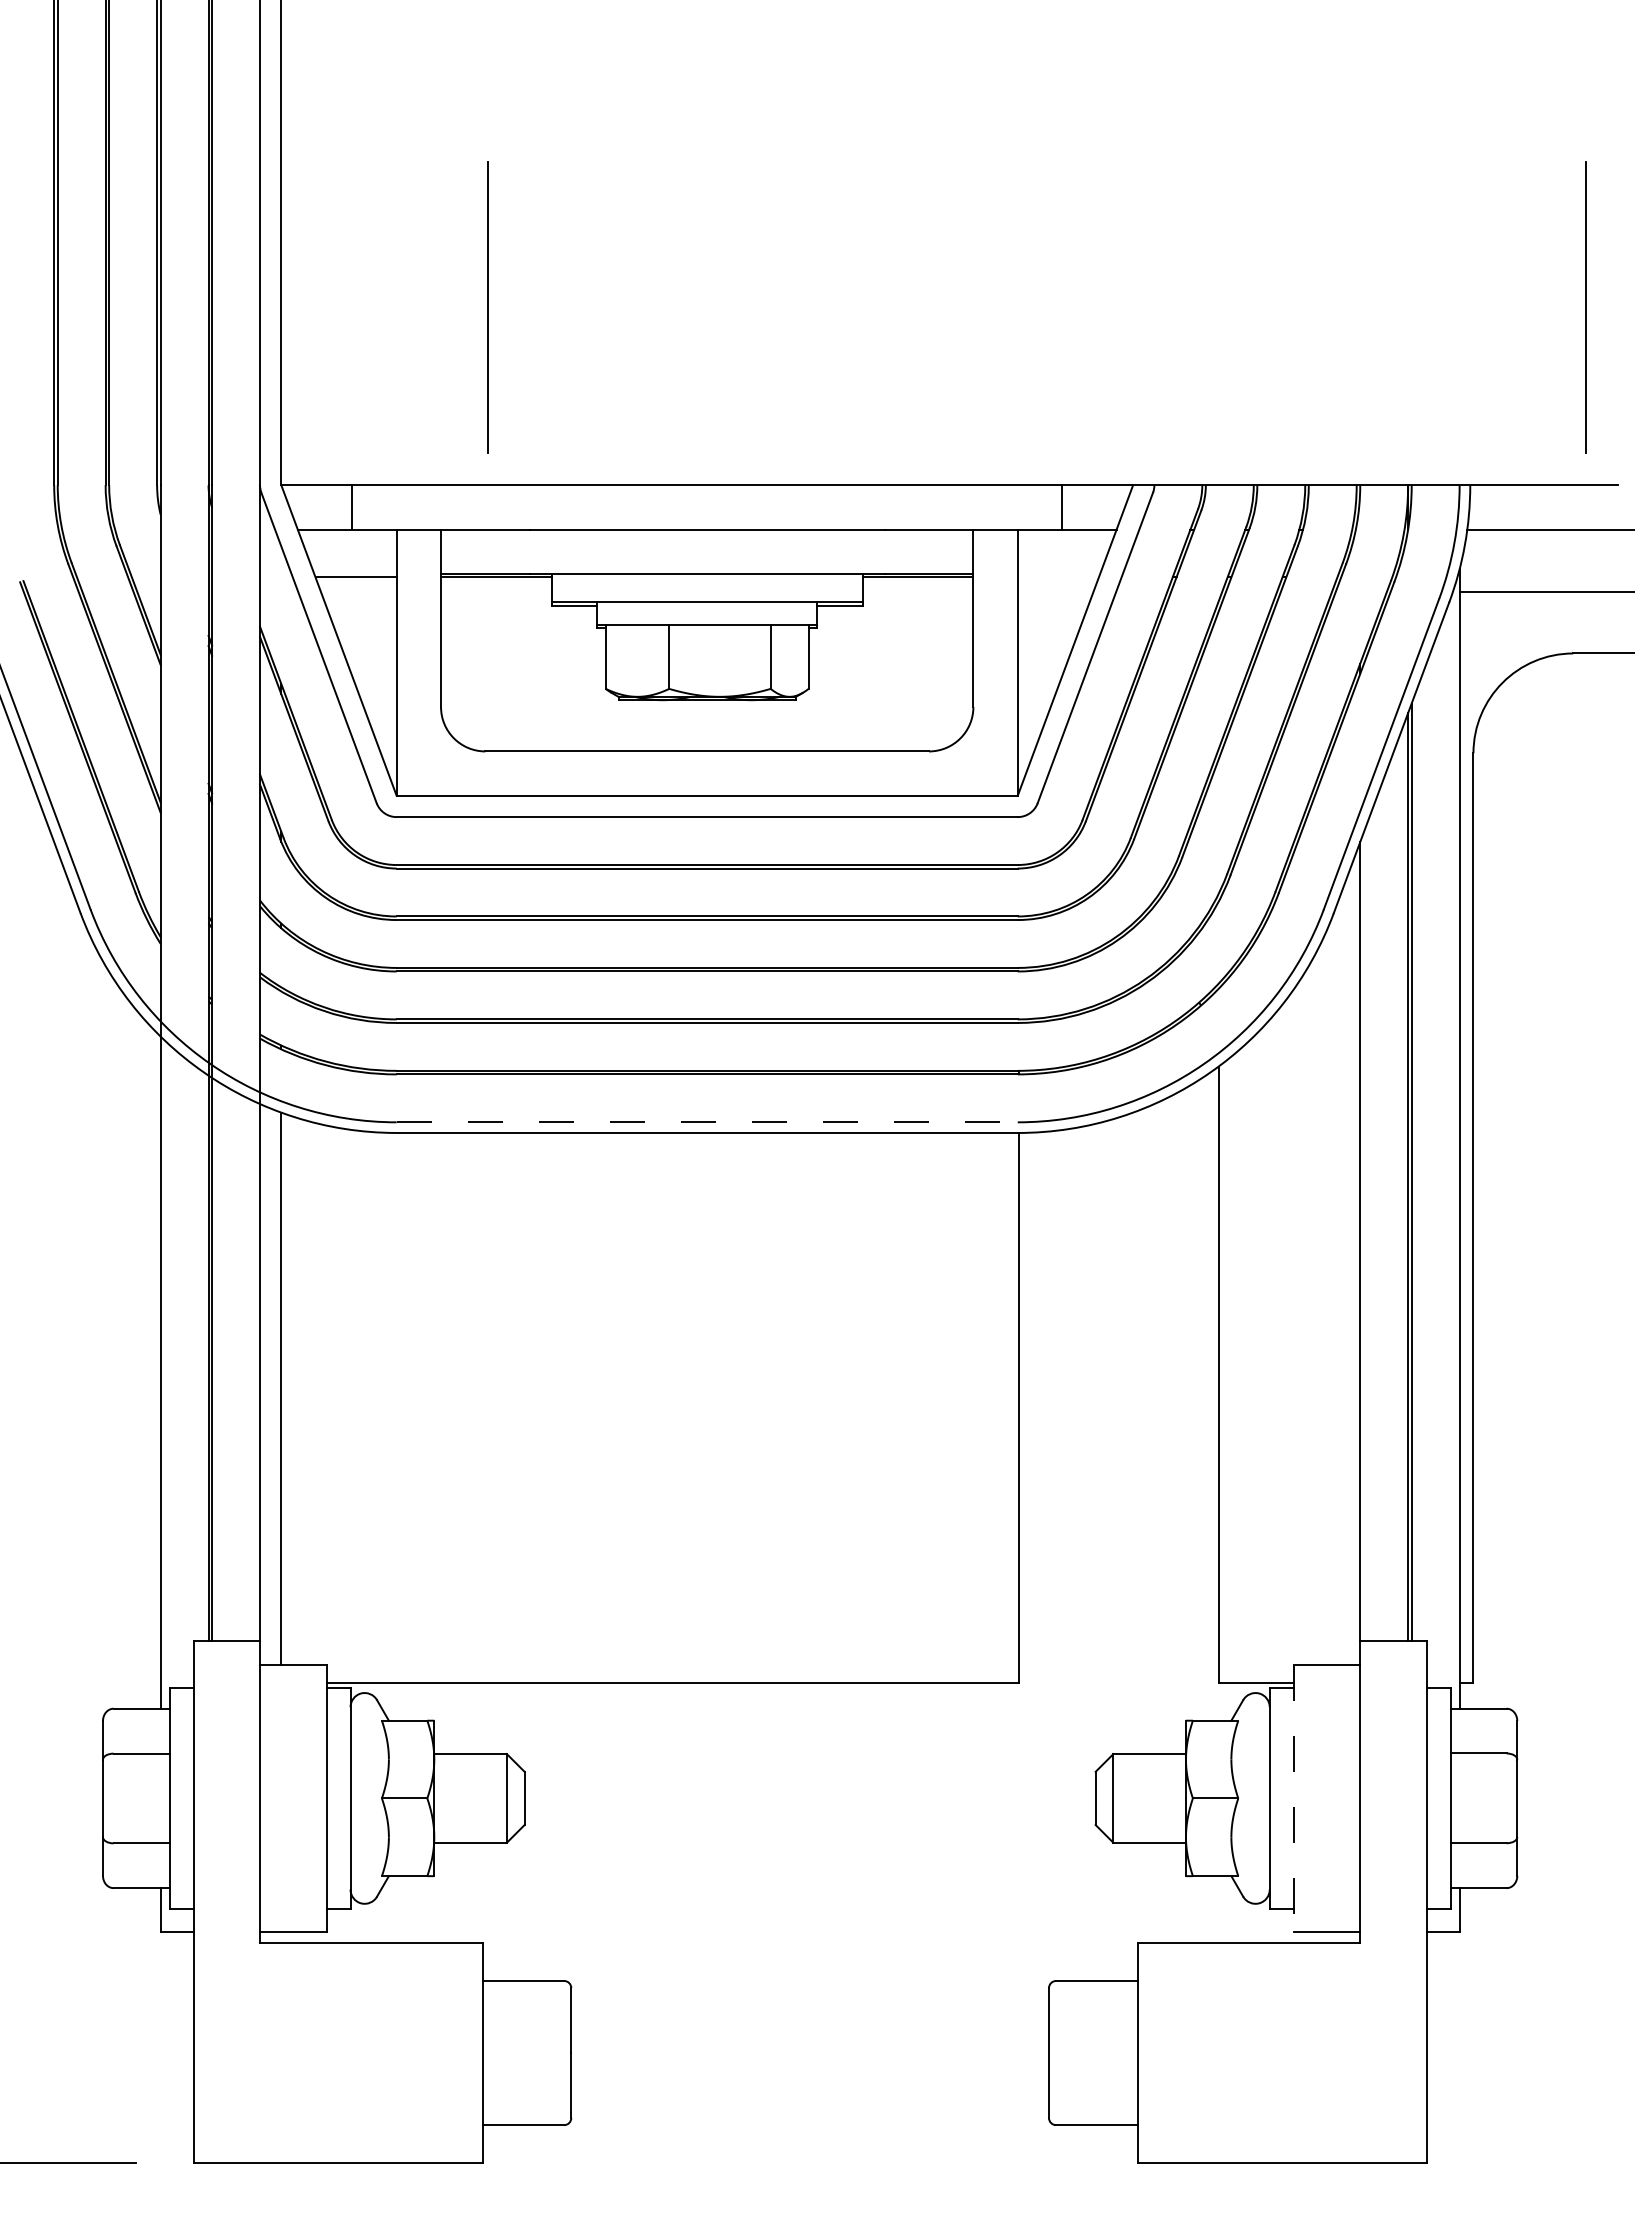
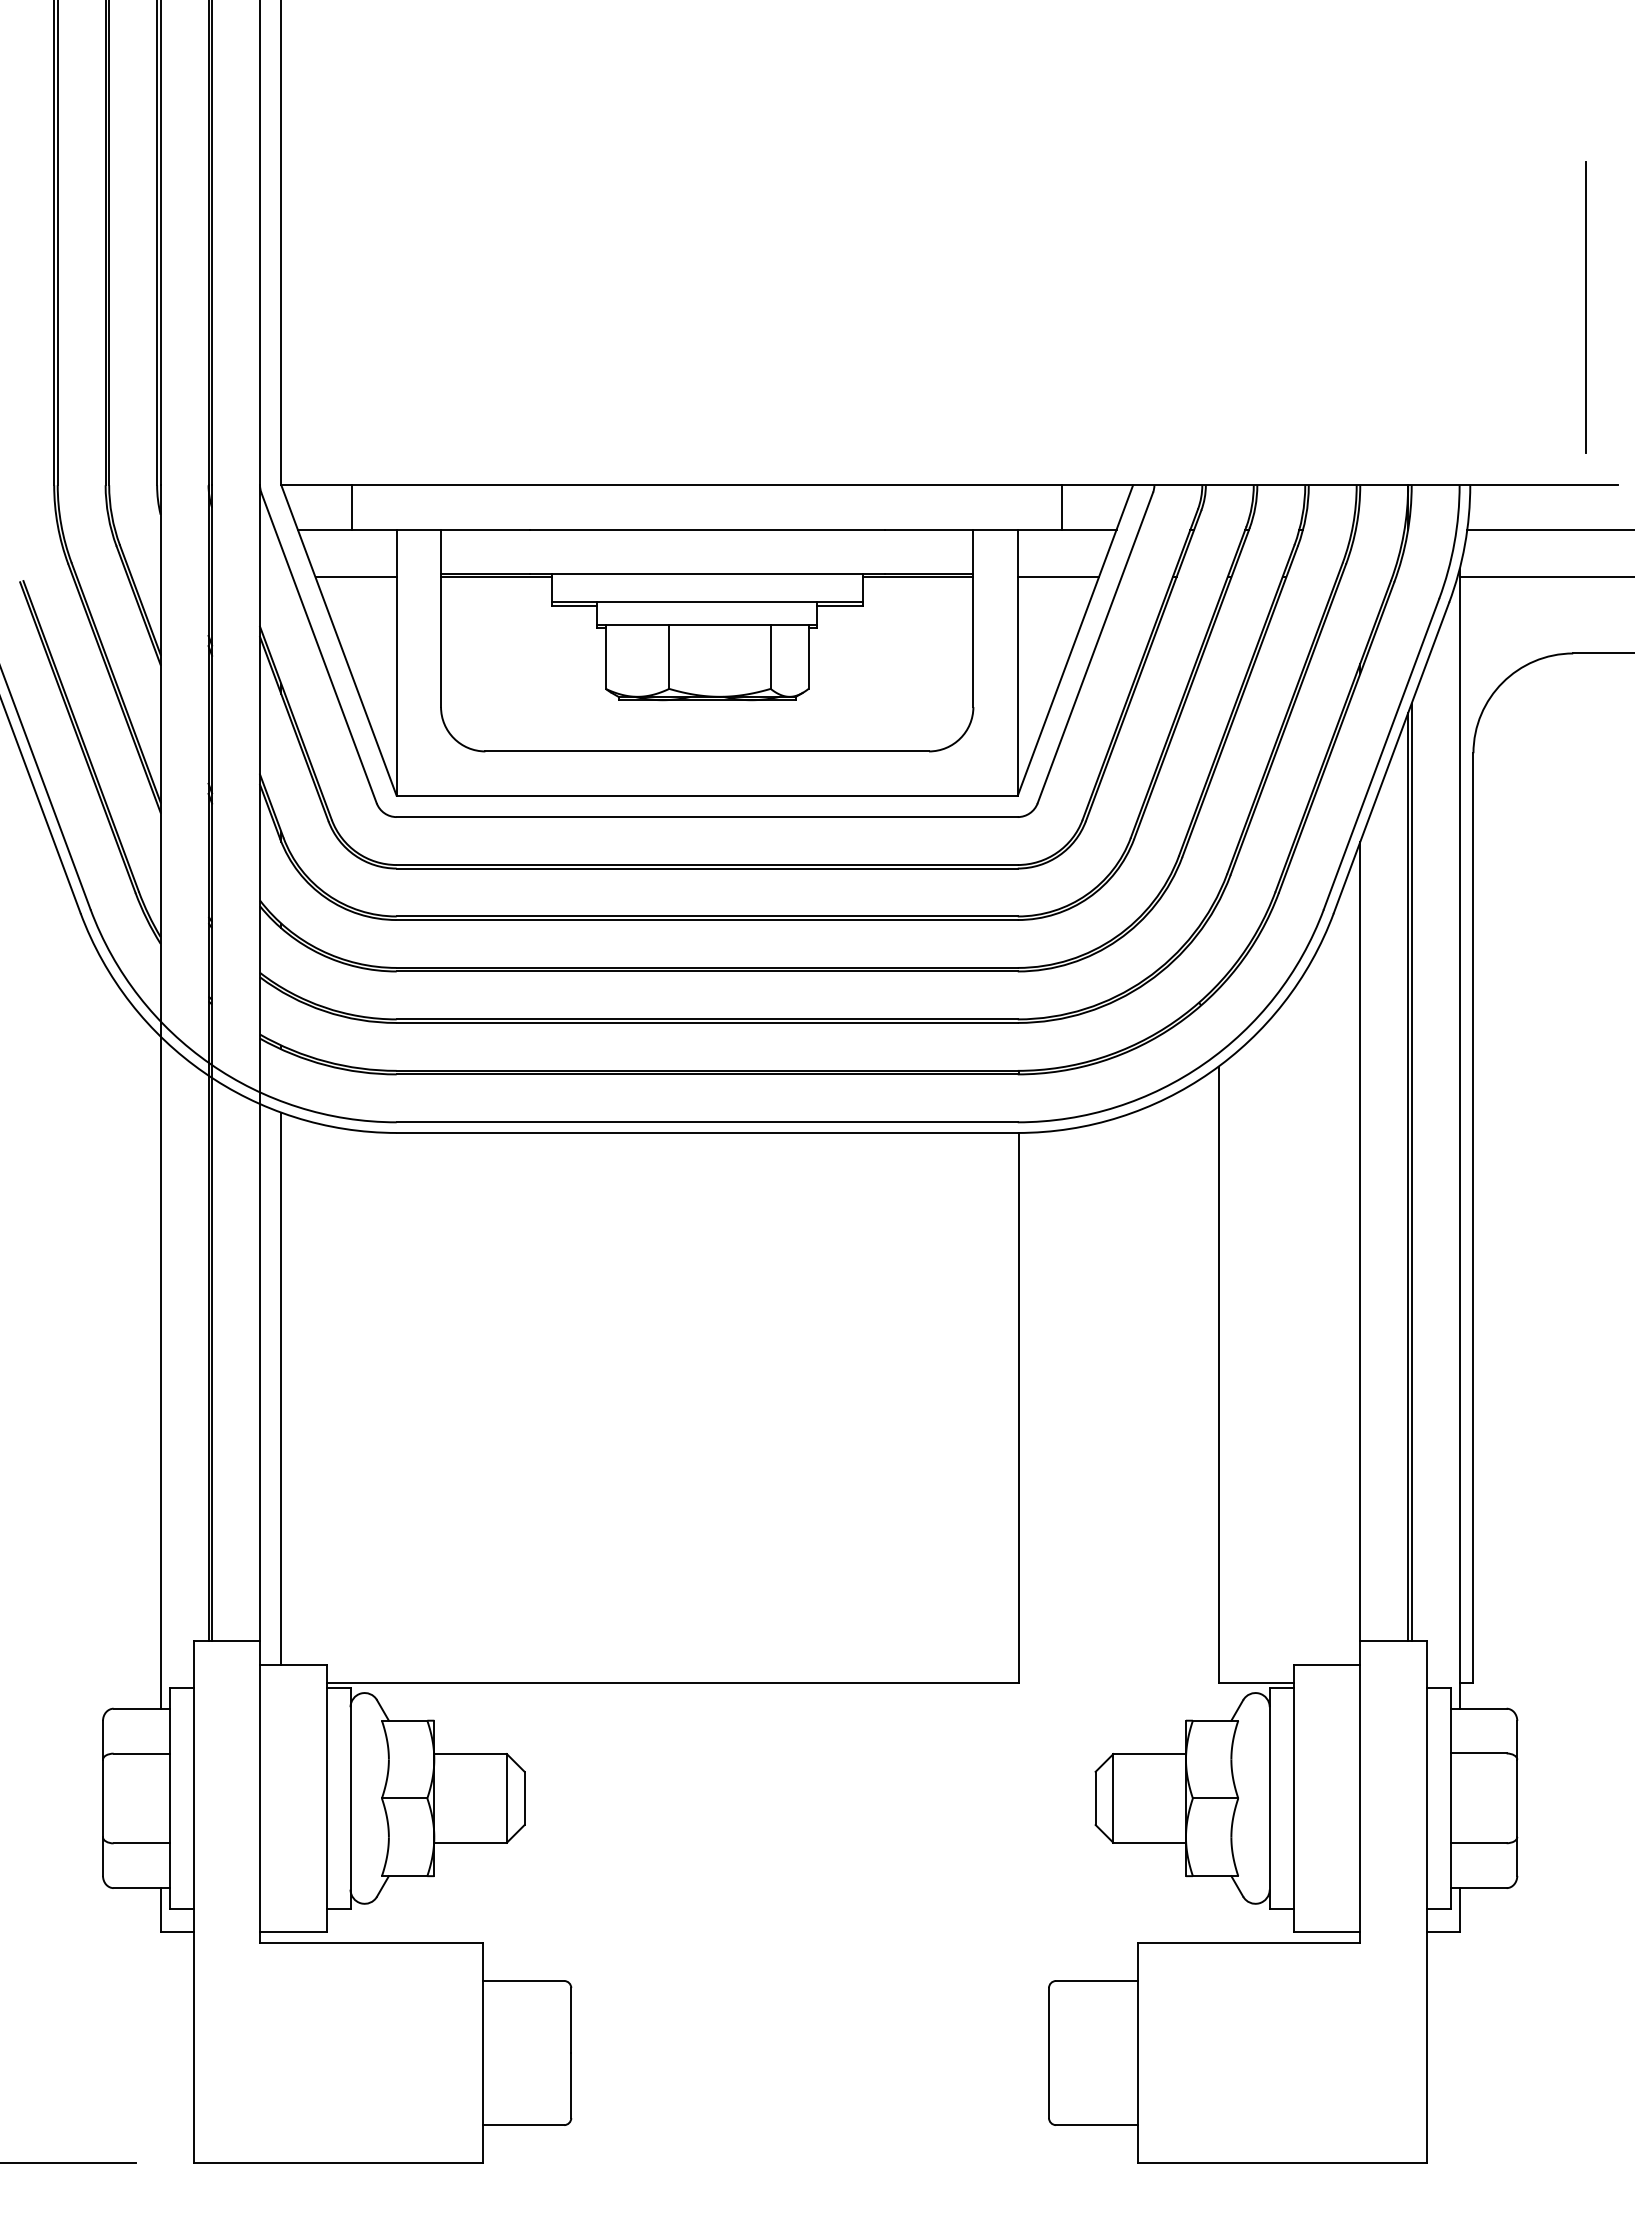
line at (487, 307): present -> none
line at (1057, 577): none -> present
line at (1545, 592) position: (1545, 592) -> (1545, 577)
line at (707, 1122): dashed -> solid
line at (1293, 1798): dashed -> solid
